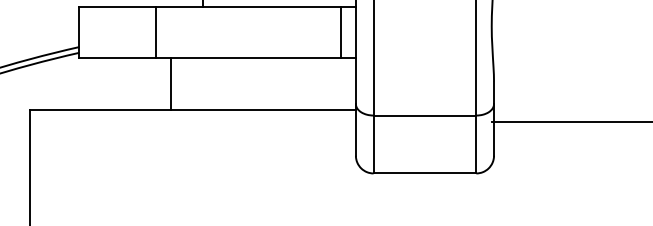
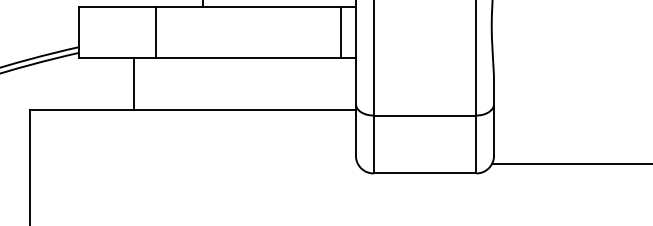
line at (170, 83) position: (170, 83) -> (133, 83)
line at (570, 122) position: (570, 122) -> (570, 164)
